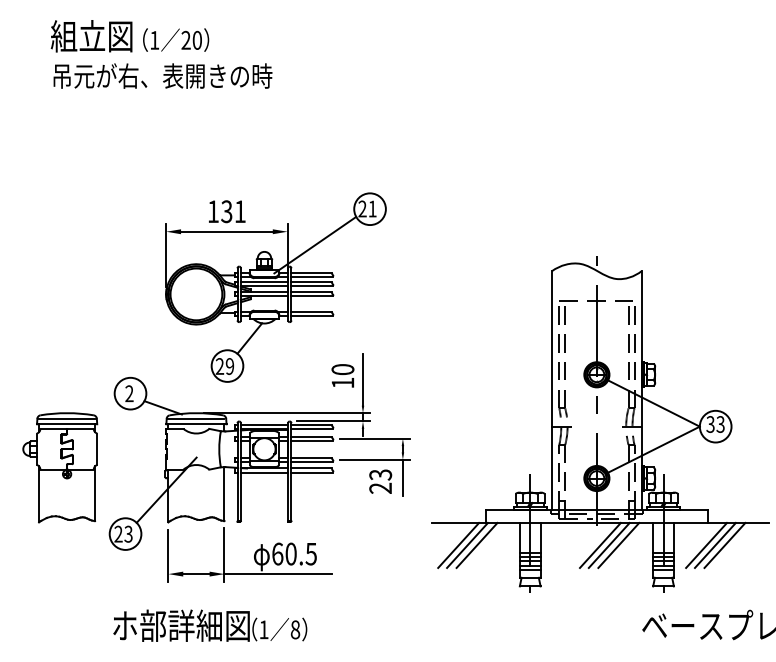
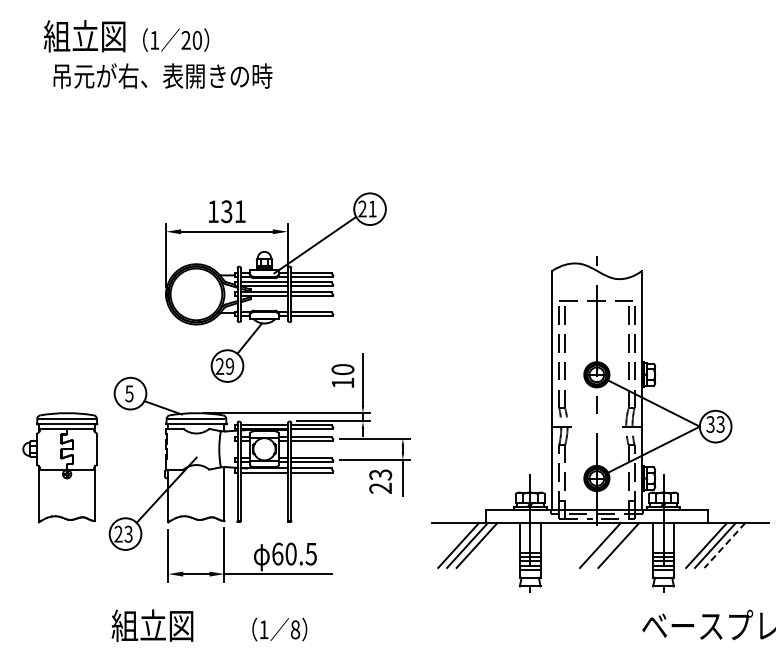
text at (91, 36) position: (91, 36) -> (84, 36)
text at (129, 393): 2 -> 5
line at (608, 544): present -> none
line at (724, 545): solid -> dashed
text at (180, 625): ホ部詳細図 -> 組立図
